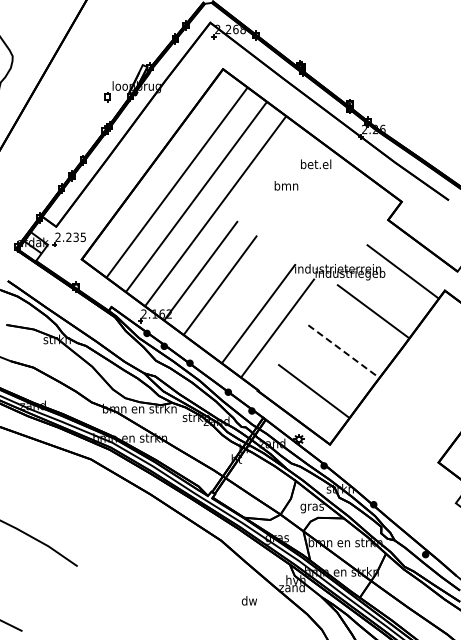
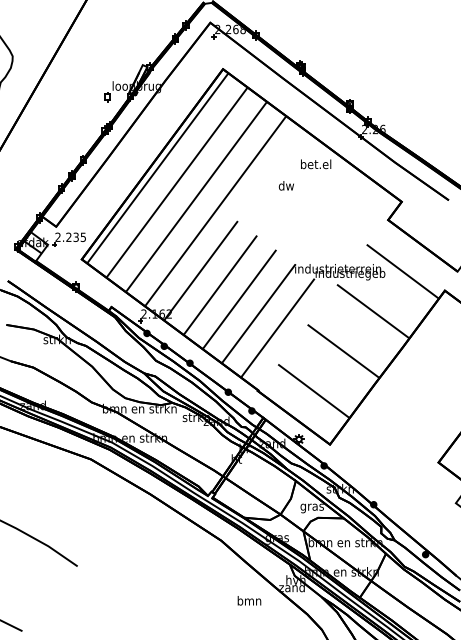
line at (157, 168): none -> present
text at (286, 185): bmn -> dw
line at (239, 299): none -> present
line at (343, 351): dashed -> solid
text at (249, 600): dw -> bmn
